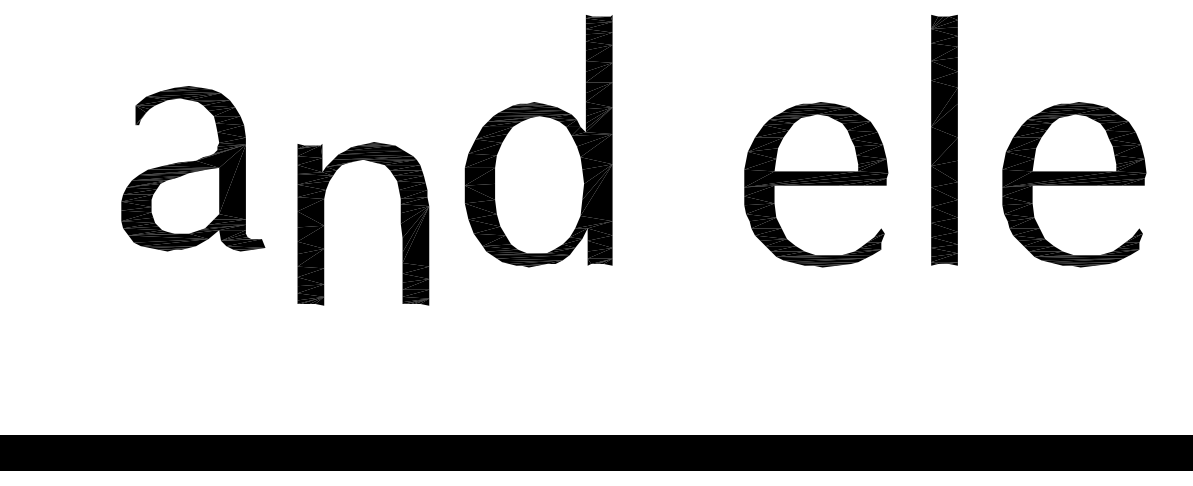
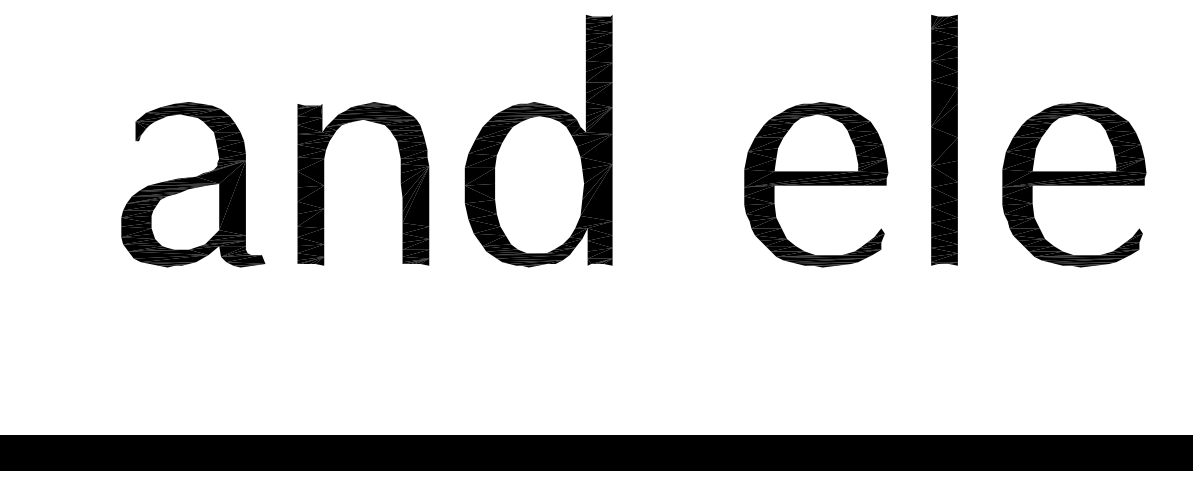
part at (193, 168) position: (193, 168) -> (193, 184)
part at (400, 223) position: (400, 223) -> (400, 183)
